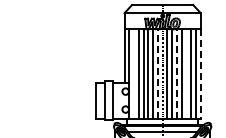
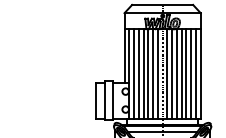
line at (134, 73): none -> present
line at (157, 73): dashed -> solid
line at (176, 73): dashed -> solid
line at (186, 73): none -> present
line at (200, 73): dashed -> solid
